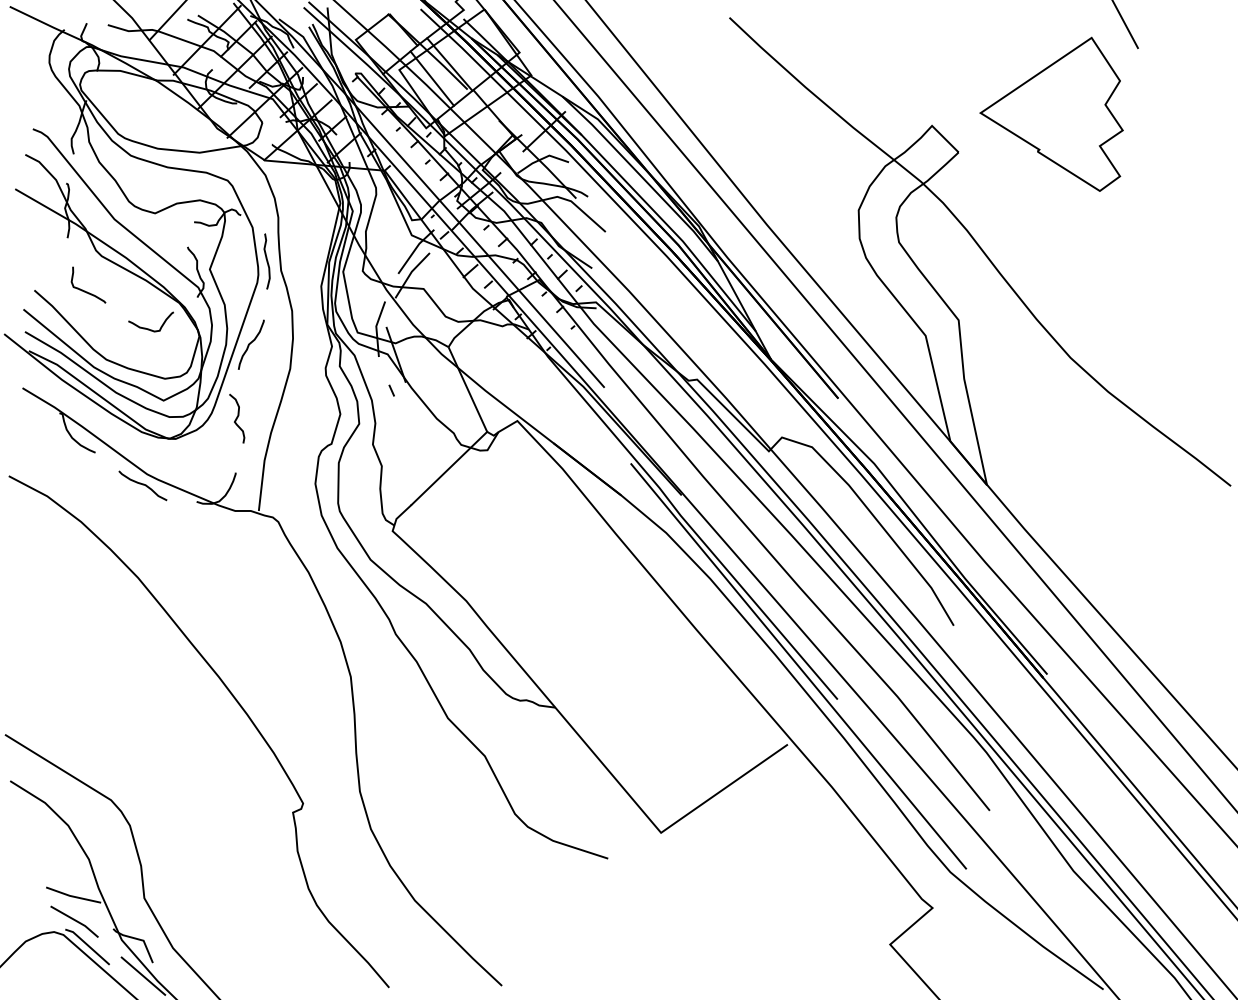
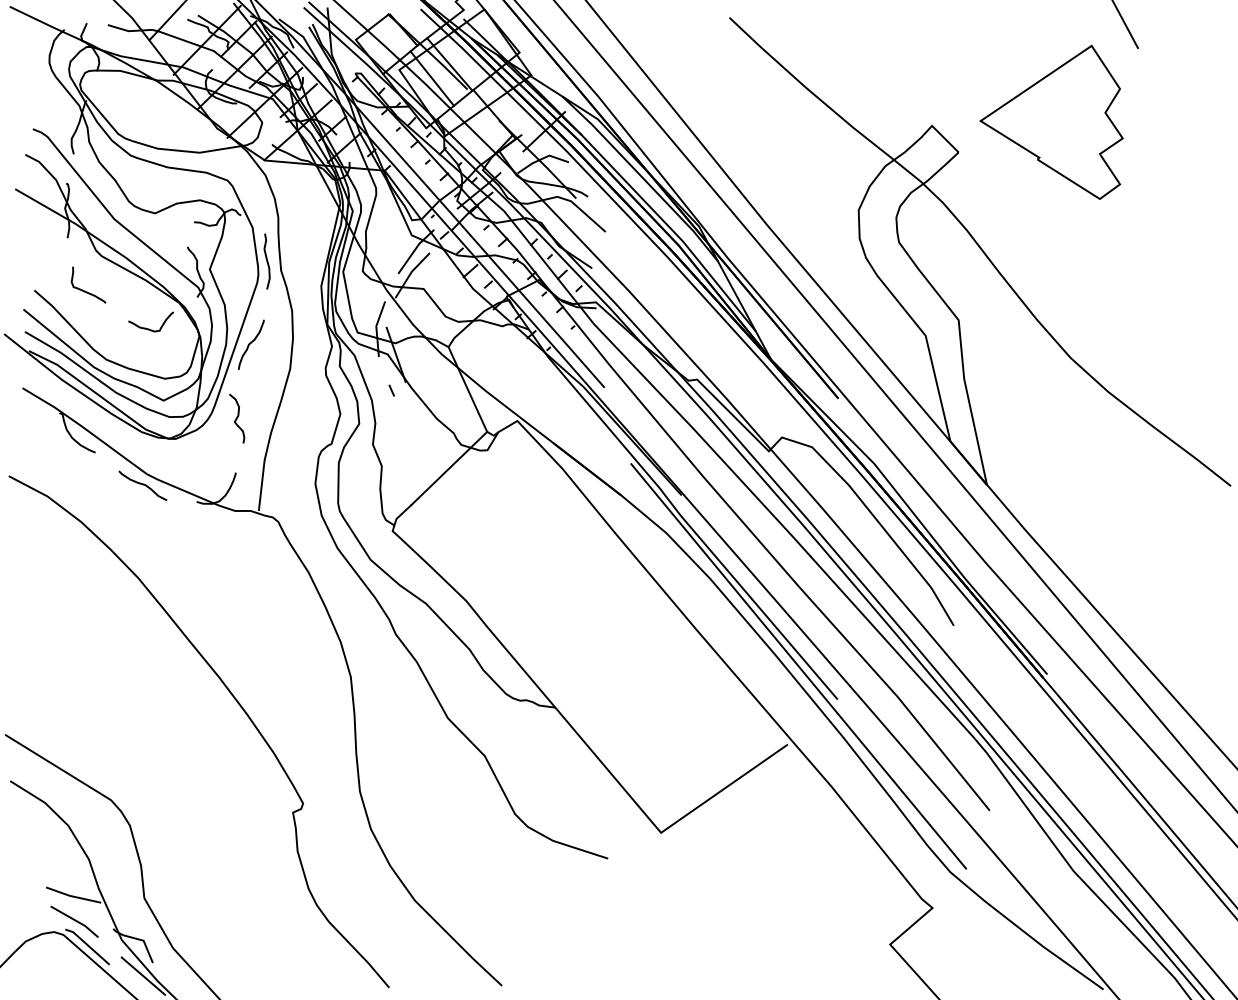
part at (1051, 113) position: (1051, 113) -> (1051, 121)
